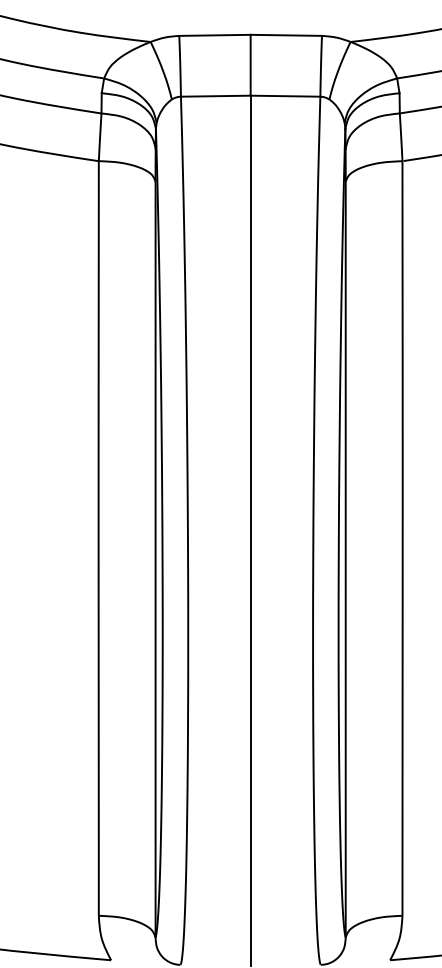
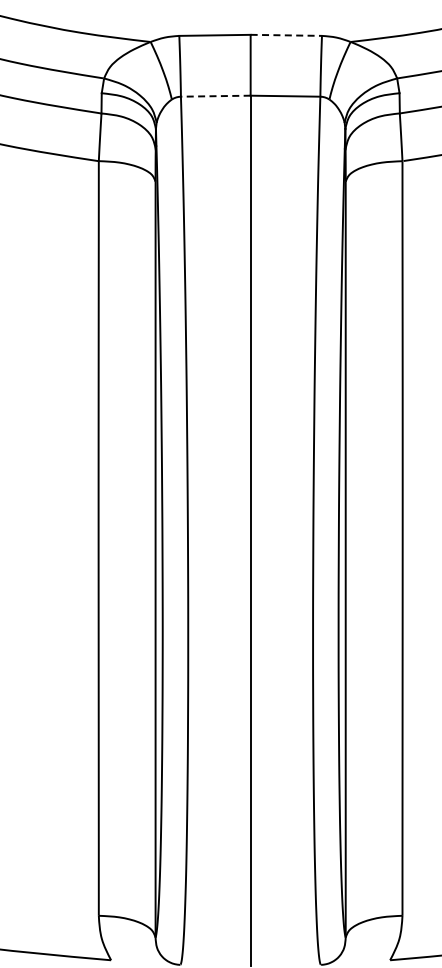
line at (286, 35): solid -> dashed
line at (215, 96): solid -> dashed
